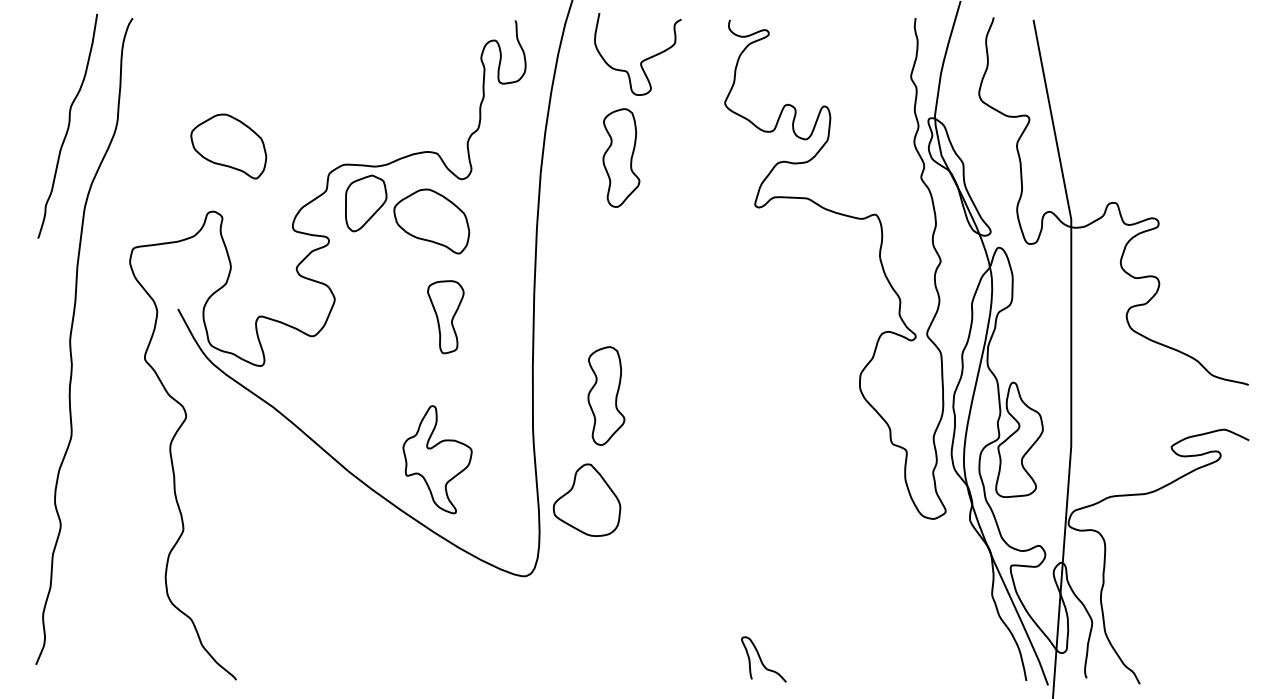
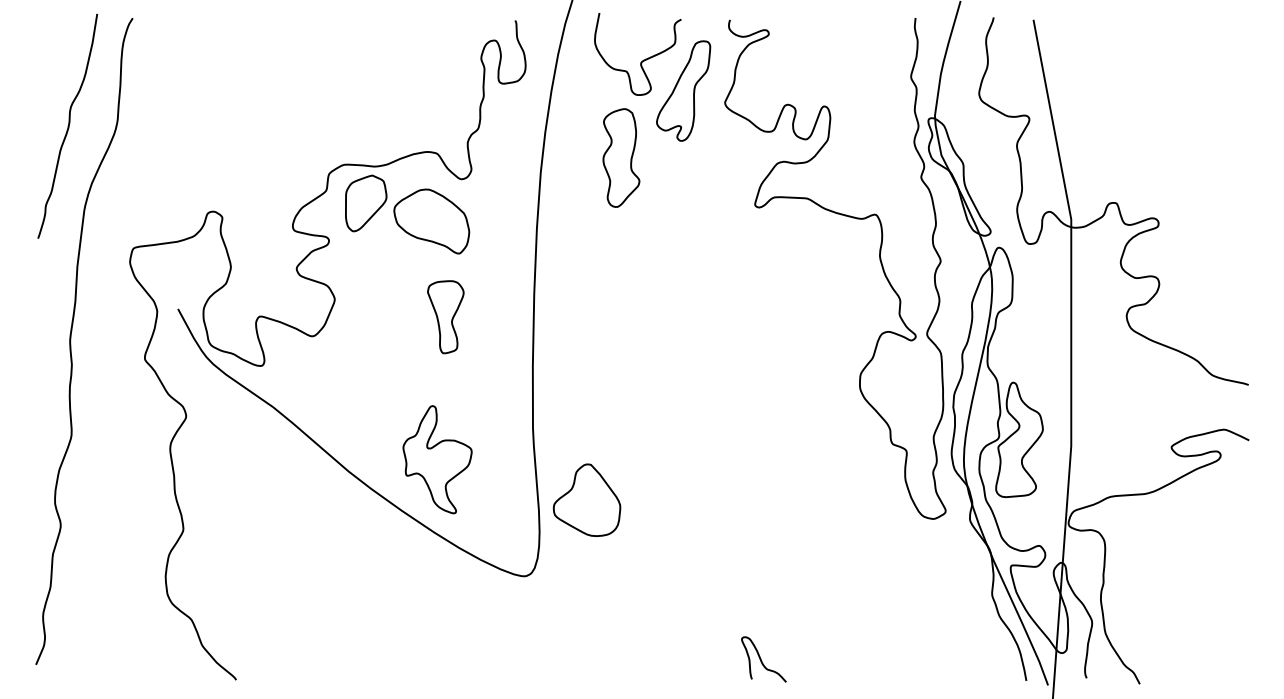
part at (683, 90): none -> present
part at (228, 146): present -> none
part at (606, 395): present -> none
